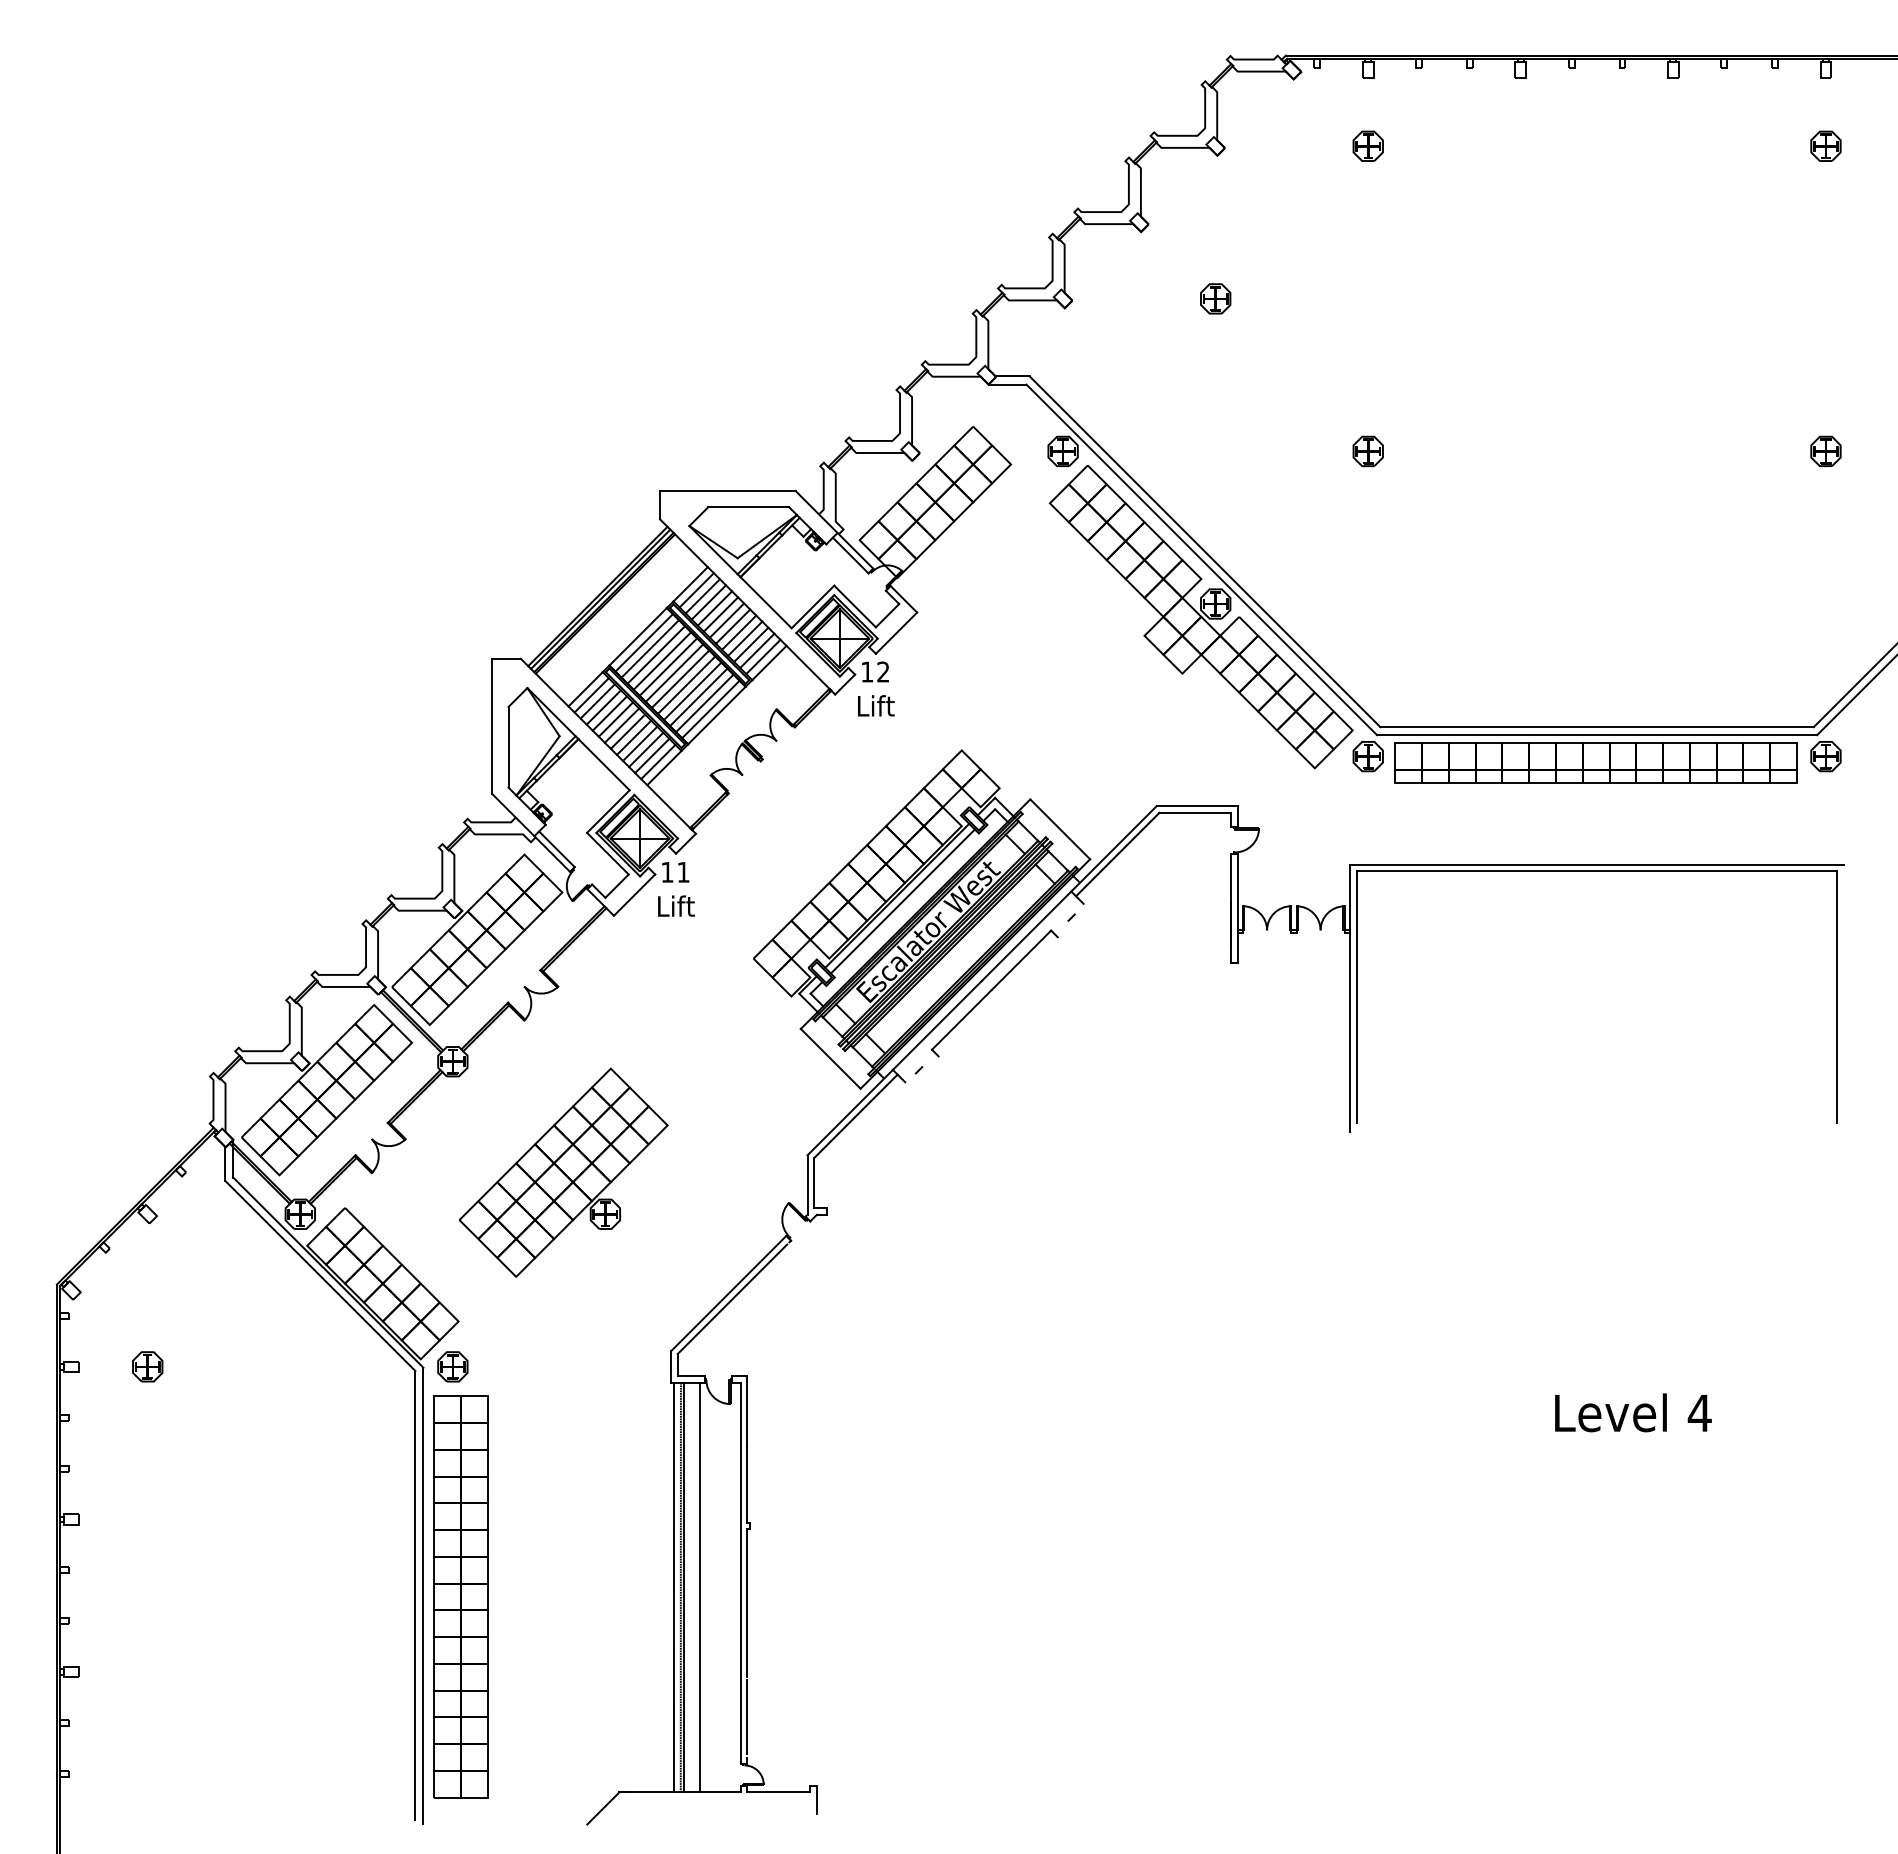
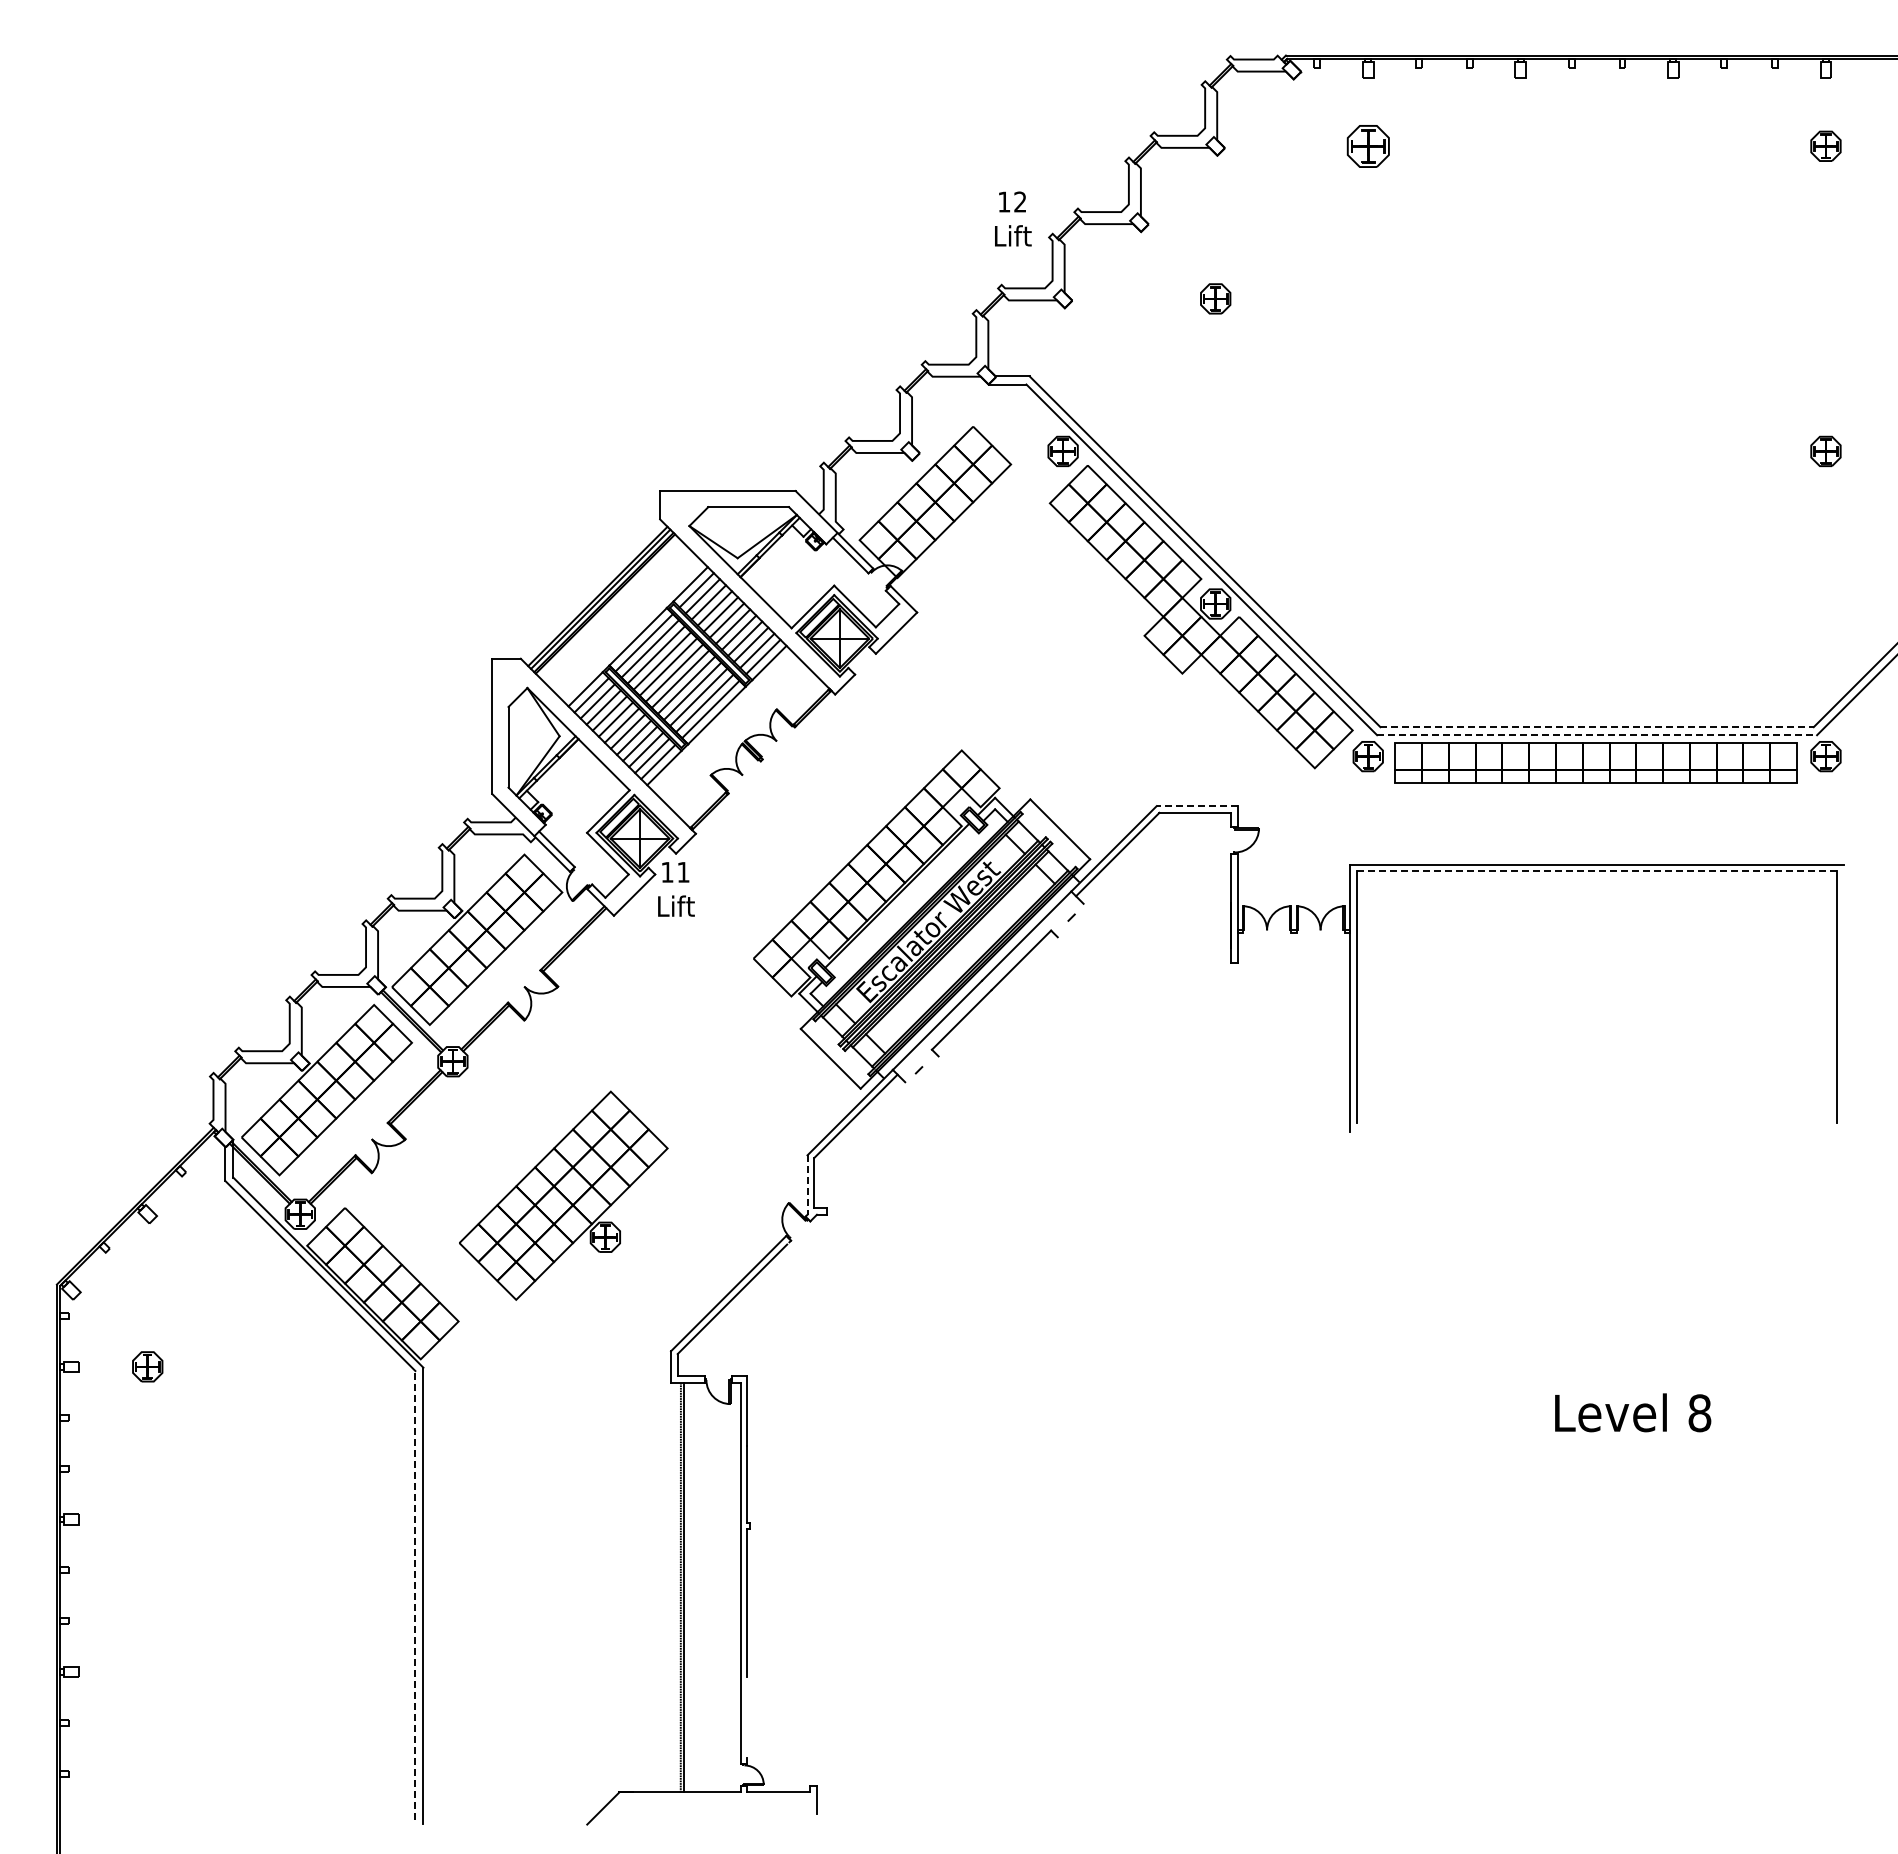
part at (1367, 145) size: 32x32 px -> 44x43 px
part at (1367, 450): present -> none
text at (876, 688) position: (876, 688) -> (1013, 218)
line at (1597, 727): solid -> dashed
line at (1597, 735): solid -> dashed
line at (1196, 806): solid -> dashed
line at (1597, 871): solid -> dashed
line at (902, 901): present -> none
part at (563, 1172) position: (563, 1172) -> (563, 1195)
line at (807, 1185): solid -> dashed
part at (452, 1366): present -> none
text at (1699, 1413): 4 -> 8
line at (673, 1587): present -> none
line at (700, 1587): present -> none
line at (415, 1595): solid -> dashed
part at (460, 1596): present -> none
line at (747, 1717): present -> none
